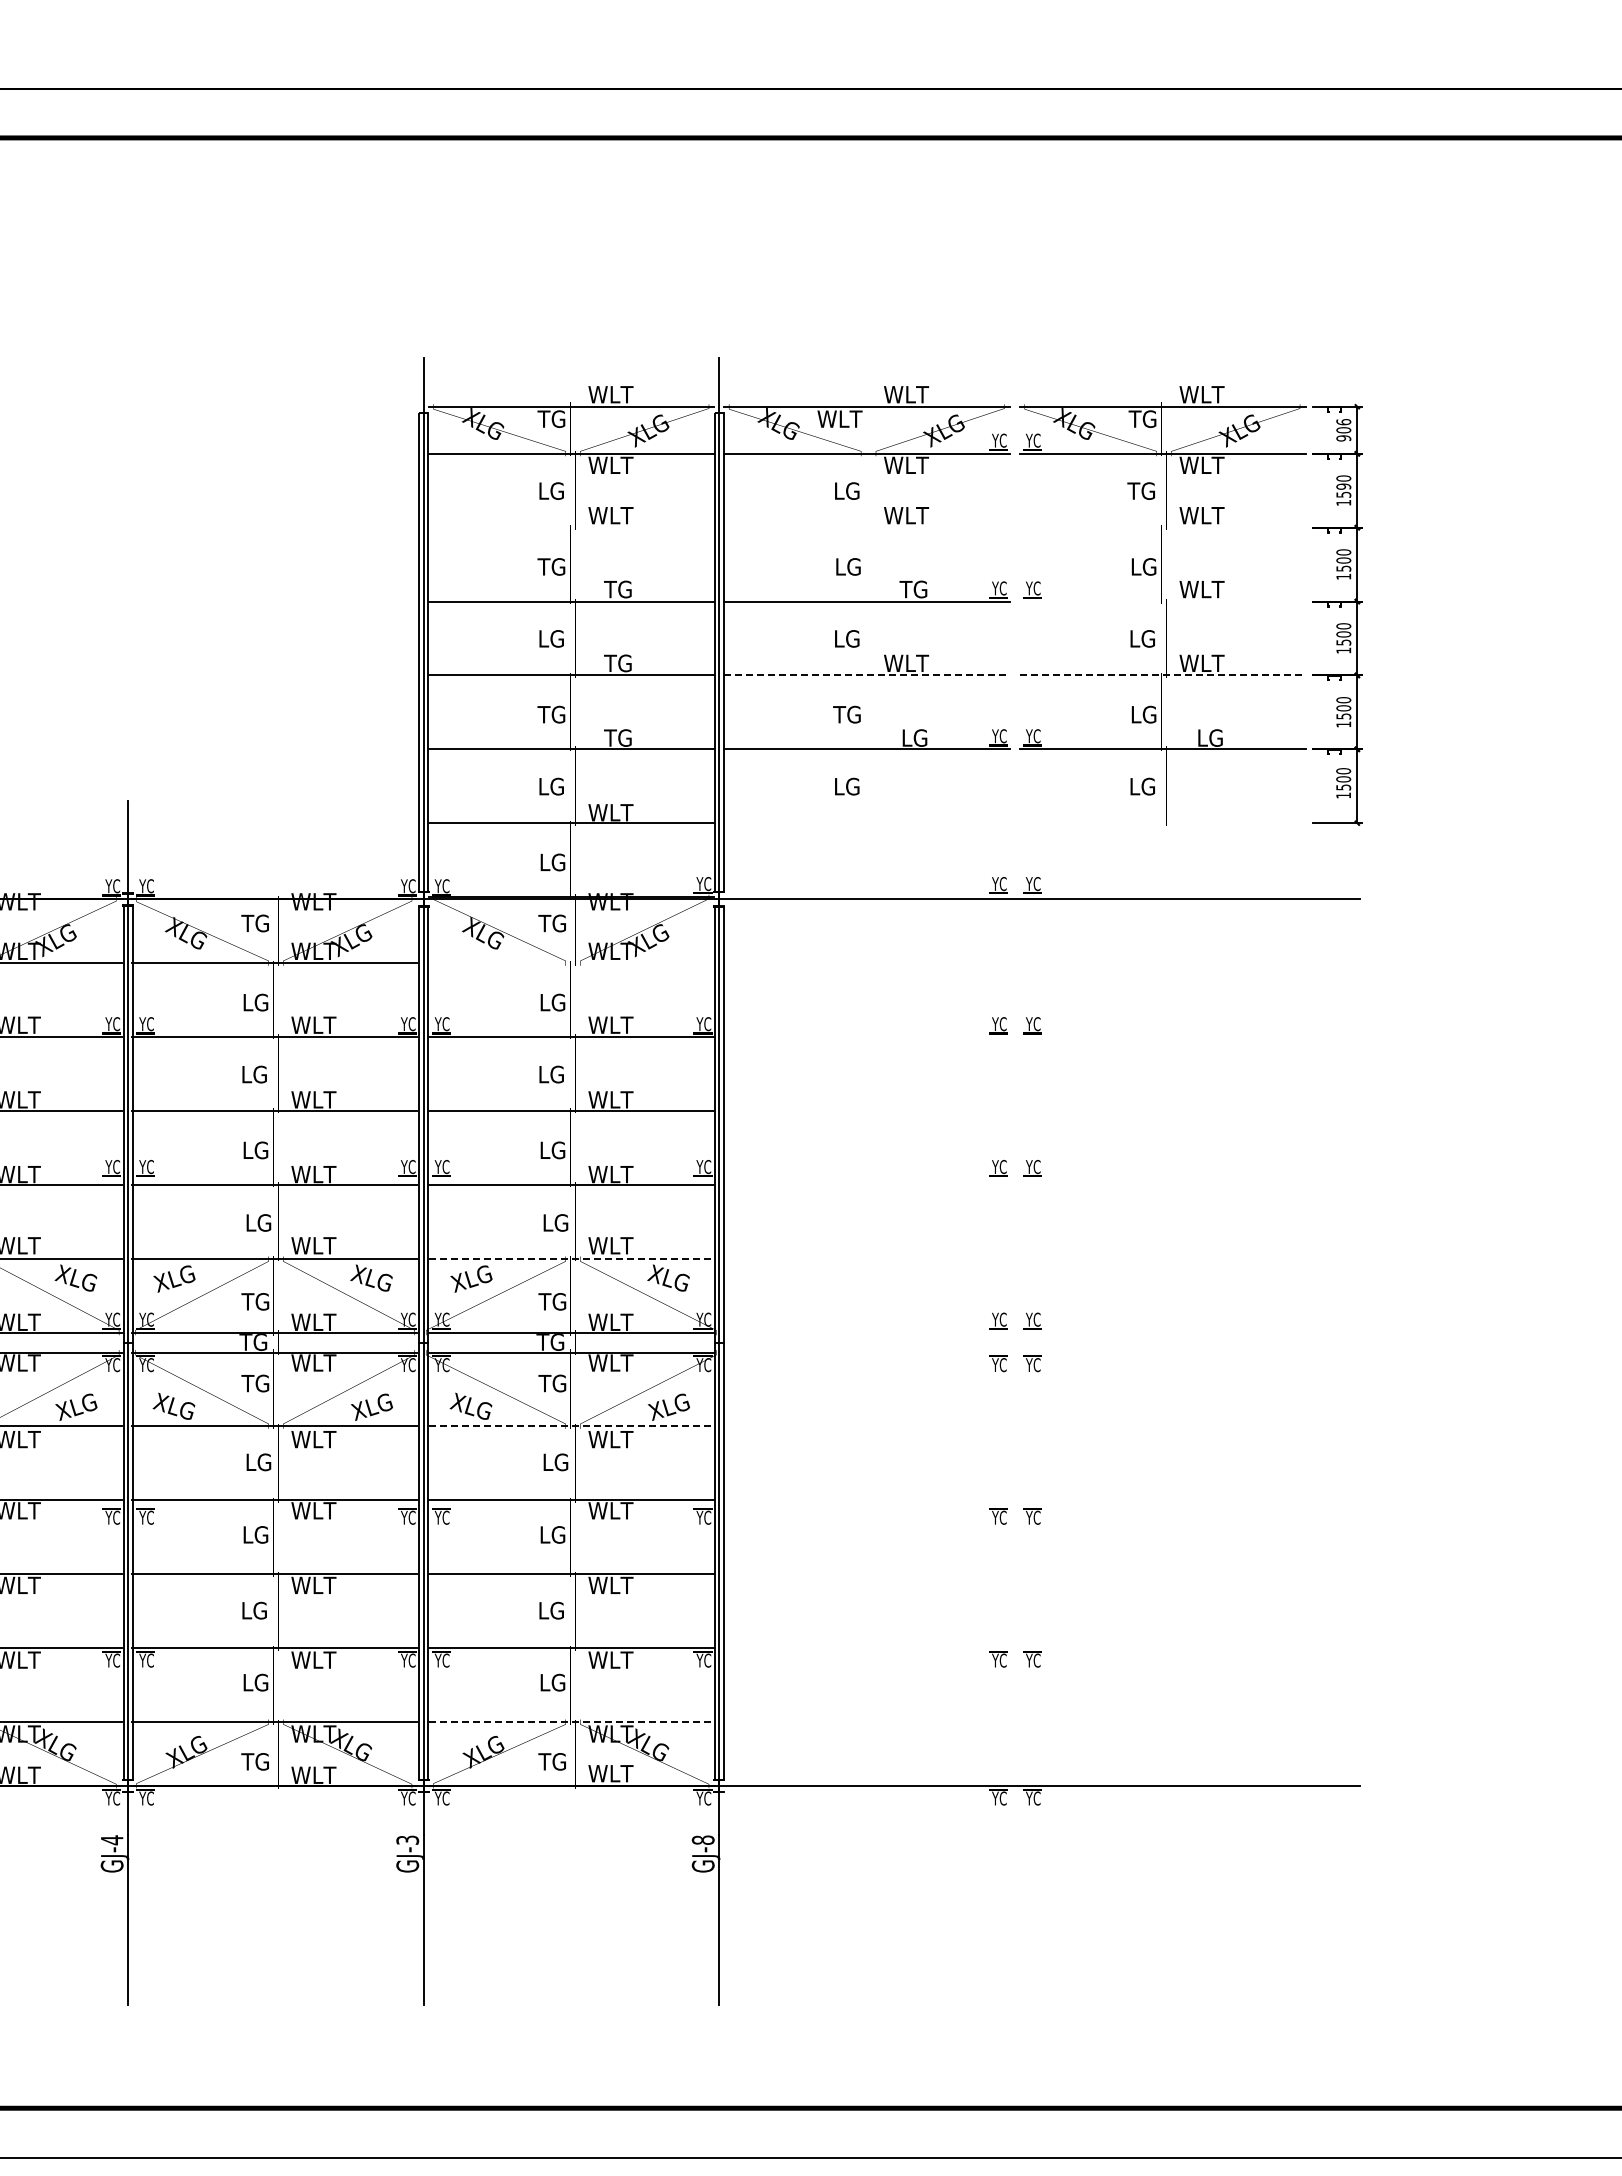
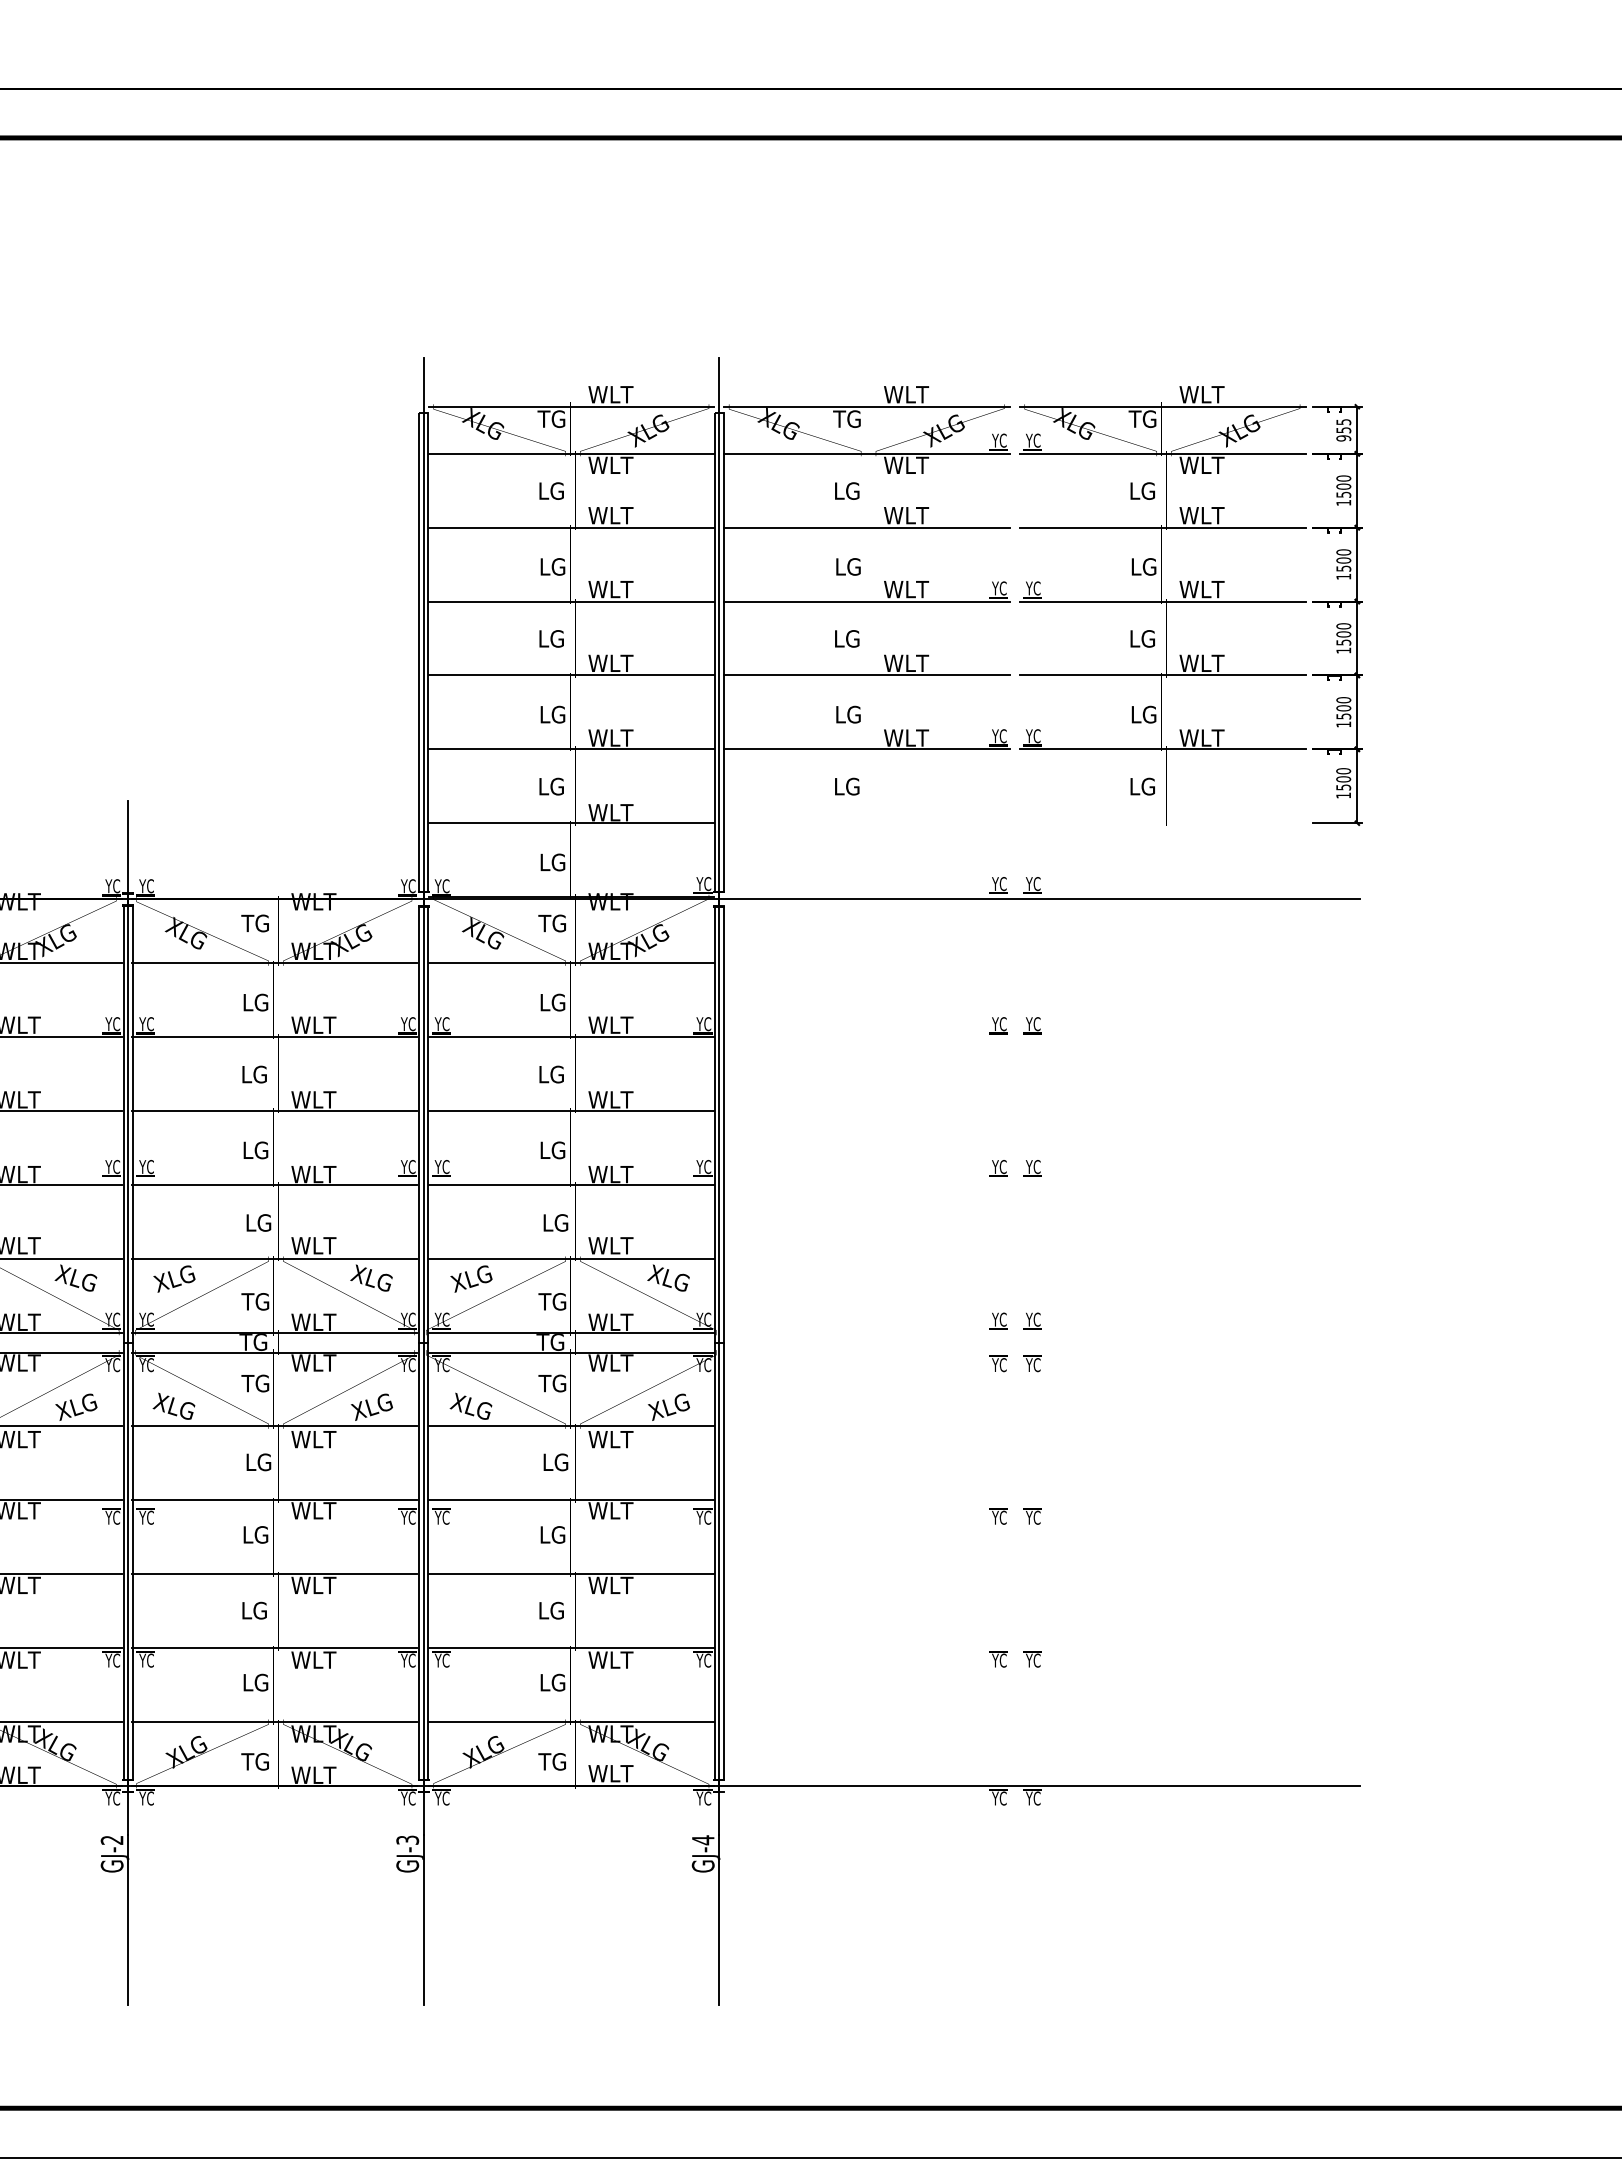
text at (839, 418): WLT -> TG
text at (1343, 426): 906 -> 955
text at (1343, 486): 1590 -> 1500
text at (1133, 490): TG -> LG
line at (571, 527): none -> present
line at (866, 527): none -> present
line at (1162, 527): none -> present
text at (543, 566): TG -> LG
text at (610, 589): TG -> WLT
text at (906, 589): TG -> WLT
line at (1162, 601): none -> present
text at (610, 663): TG -> WLT
line at (867, 675): dashed -> solid
line at (1162, 675): dashed -> solid
text at (543, 714): TG -> LG
text at (839, 714): TG -> LG
text at (610, 737): TG -> WLT
text at (906, 737): LG -> WLT
text at (1201, 737): LG -> WLT
line at (571, 963): none -> present
line at (571, 1258): dashed -> solid
line at (571, 1426): dashed -> solid
line at (571, 1721): dashed -> solid
text at (111, 1840): GJ-4 -> GJ-2
text at (702, 1840): GJ-8 -> GJ-4
